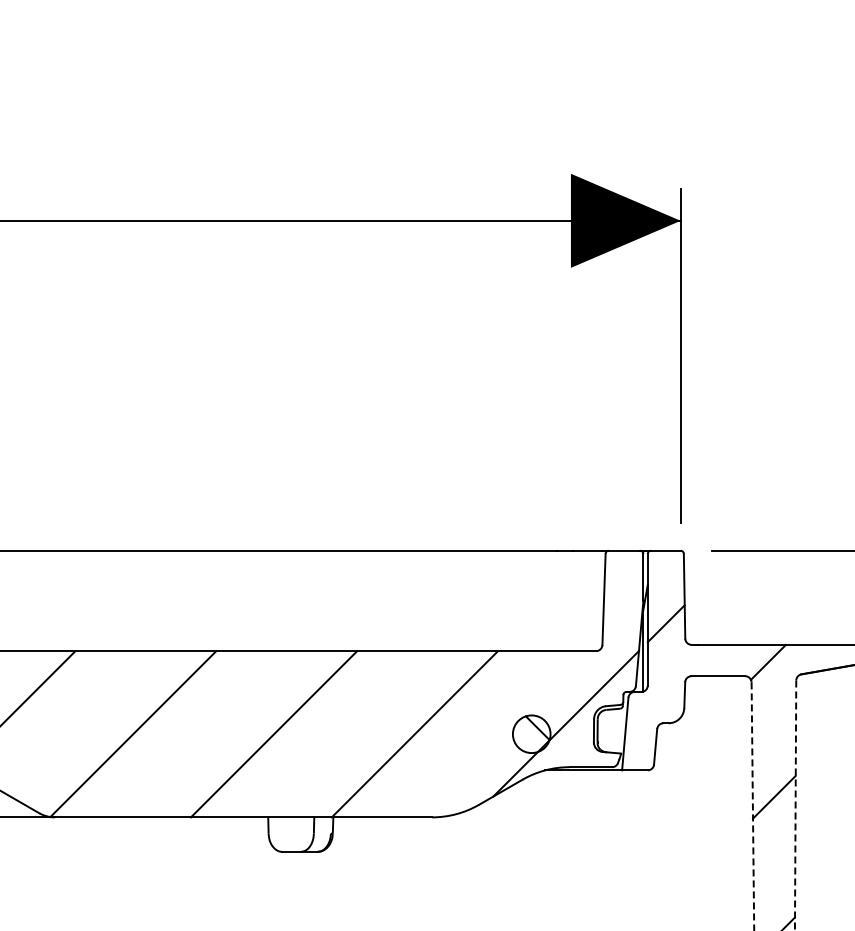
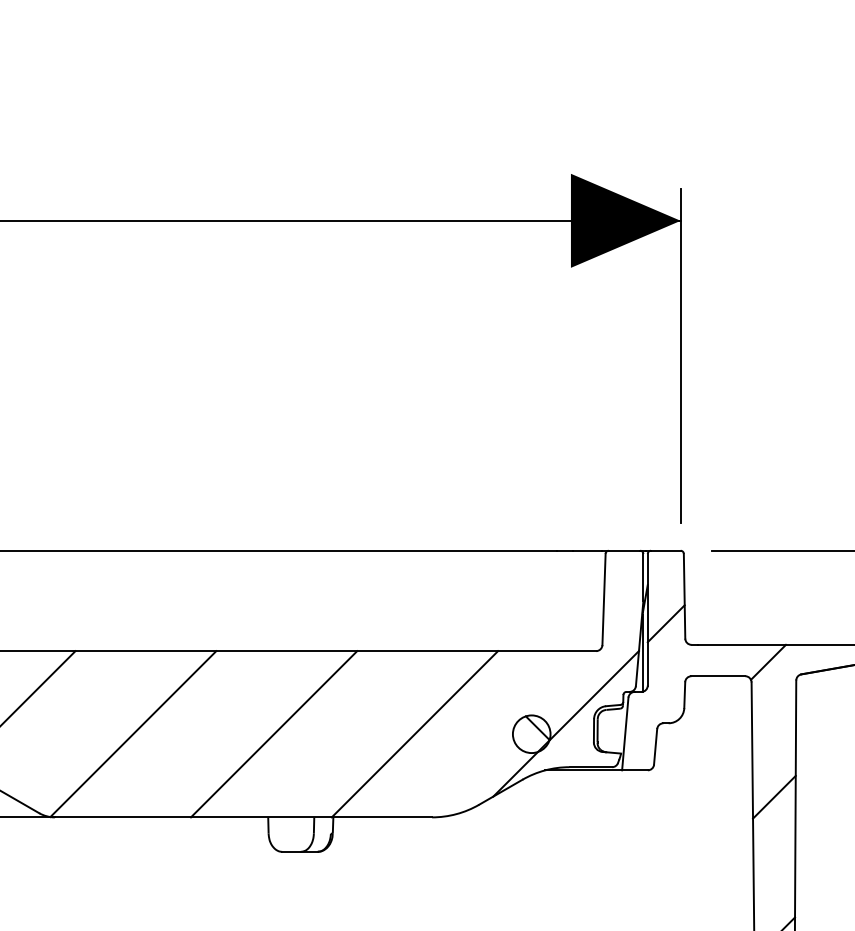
line at (752, 806): dashed -> solid
line at (795, 806): dashed -> solid
